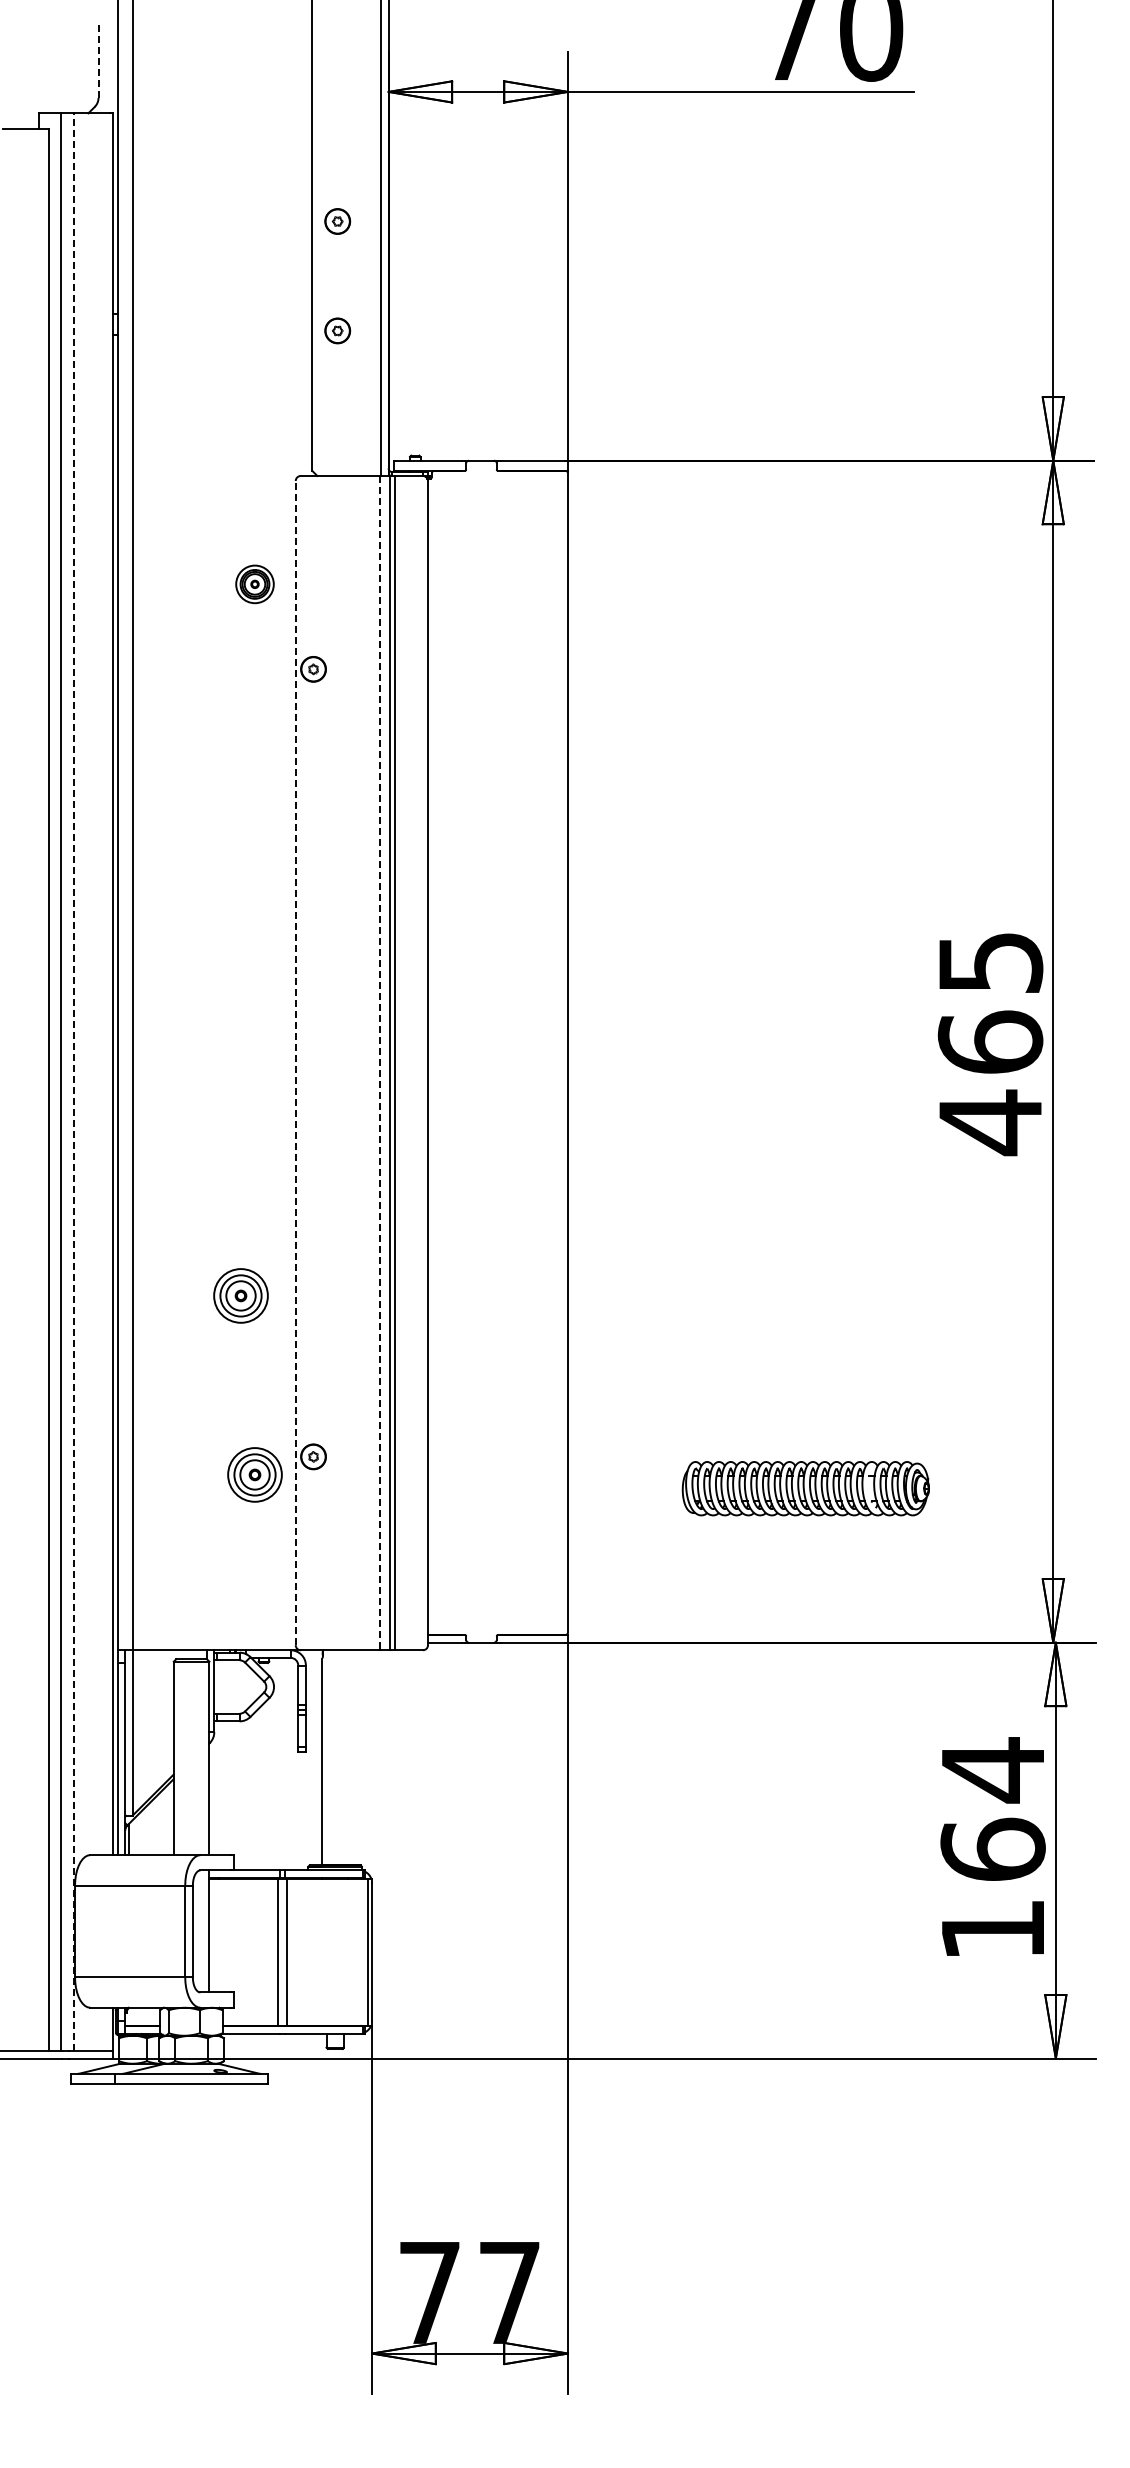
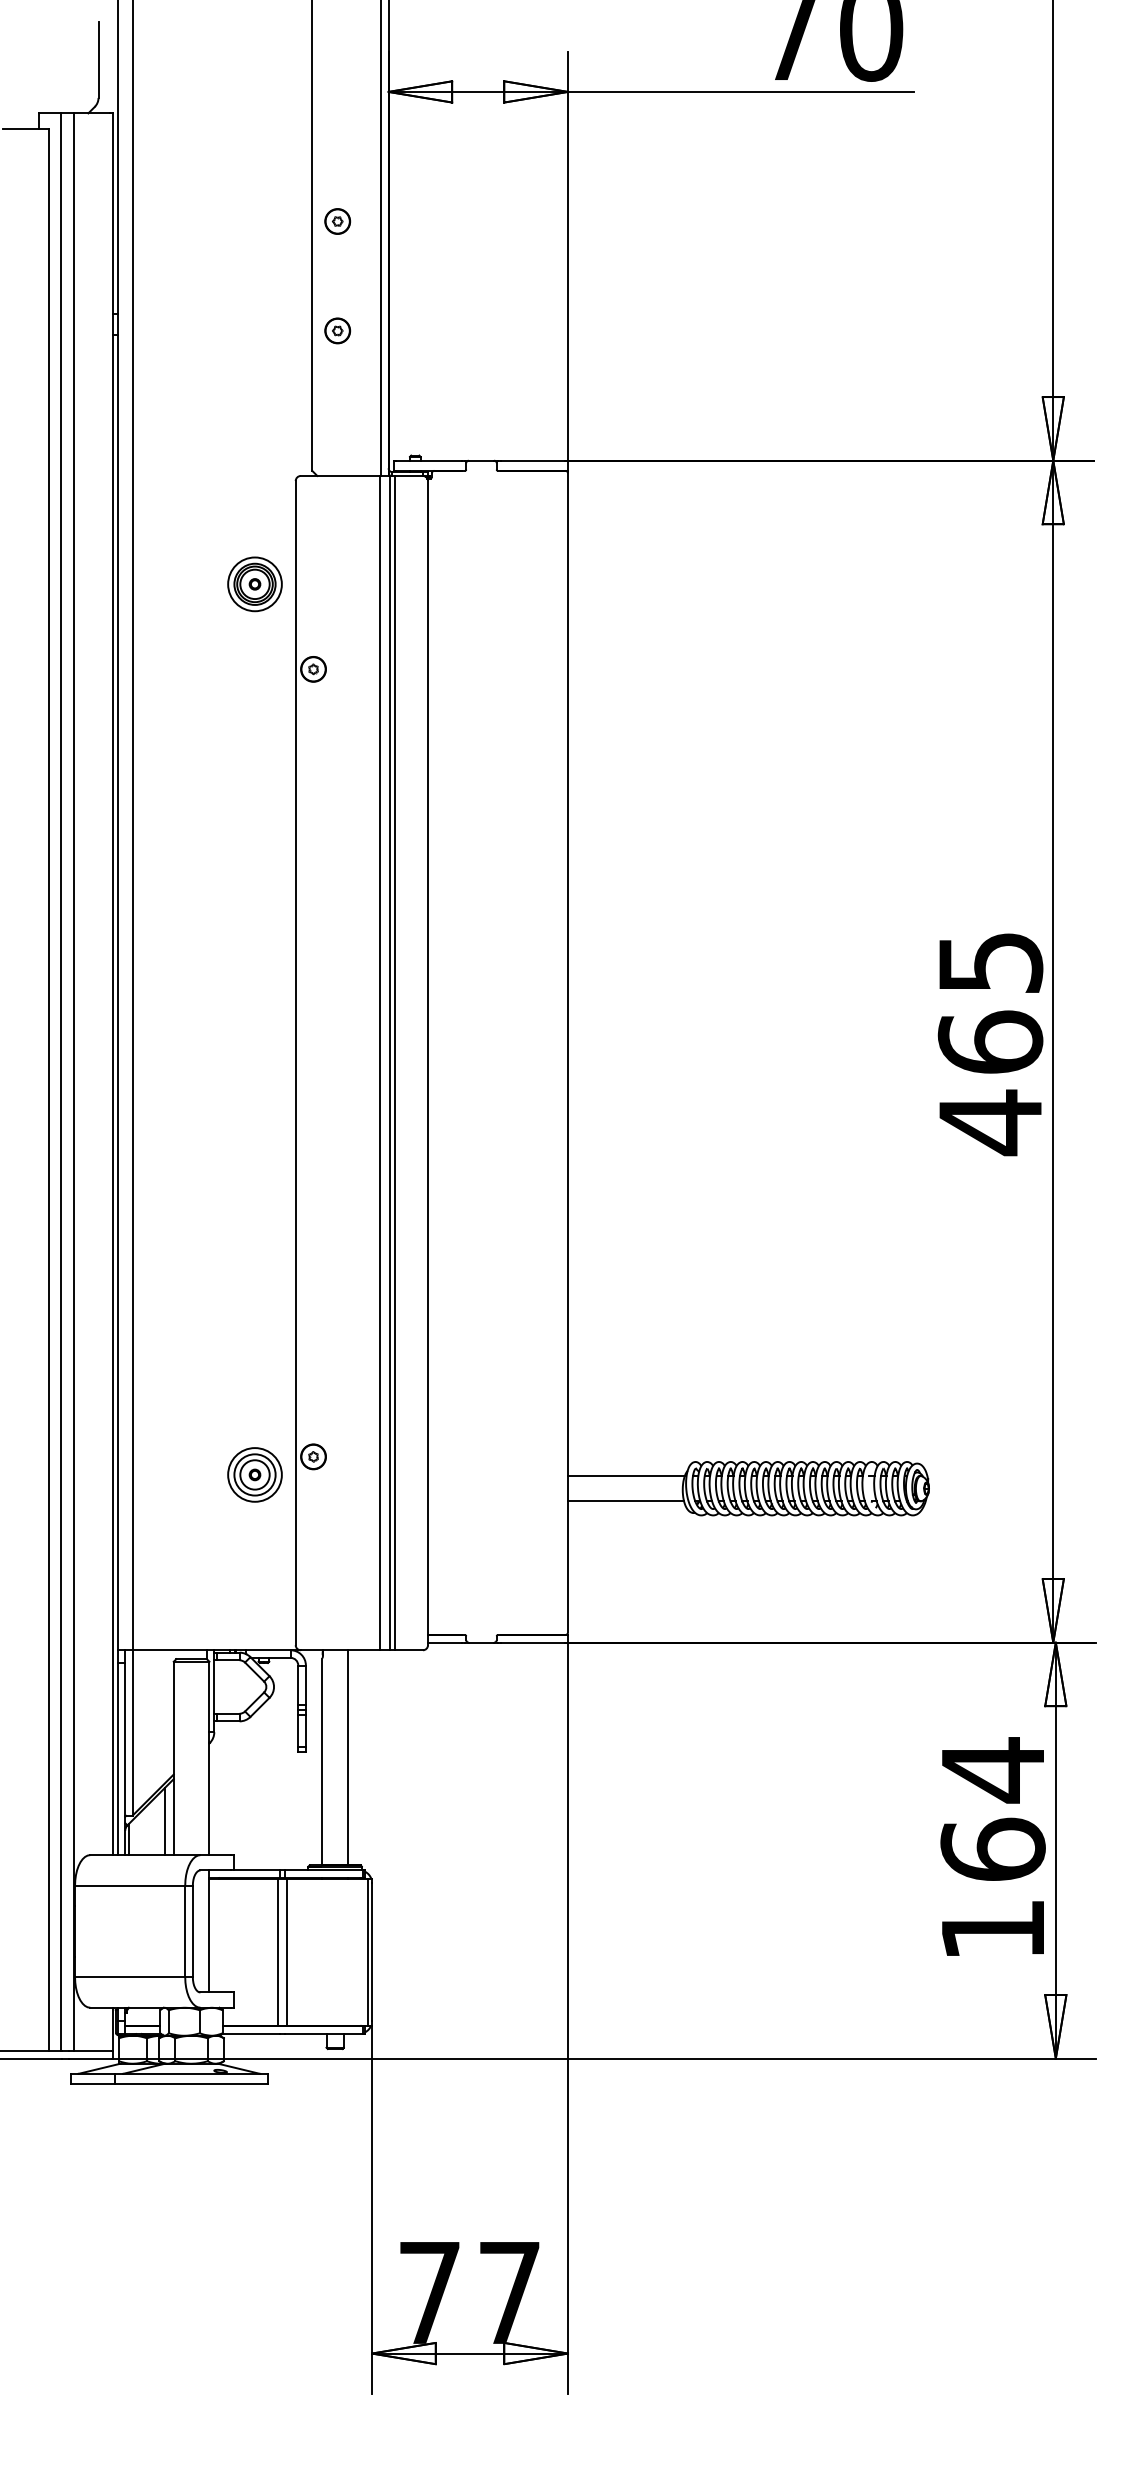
line at (98, 59): dashed -> solid
part at (254, 584) size: 40x41 px -> 56x57 px
line at (295, 1062): dashed -> solid
line at (379, 1063): dashed -> solid
line at (73, 1082): dashed -> solid
part at (240, 1295): present -> none
line at (625, 1475): none -> present
line at (625, 1501): none -> present
line at (347, 1757): none -> present
line at (164, 1821): none -> present
